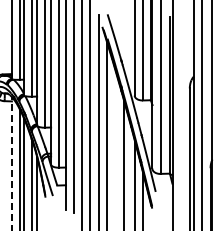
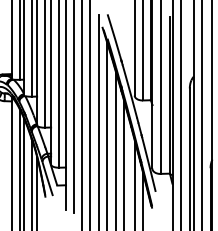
line at (180, 114): none -> present
line at (116, 149): none -> present
line at (11, 163): dashed -> solid
